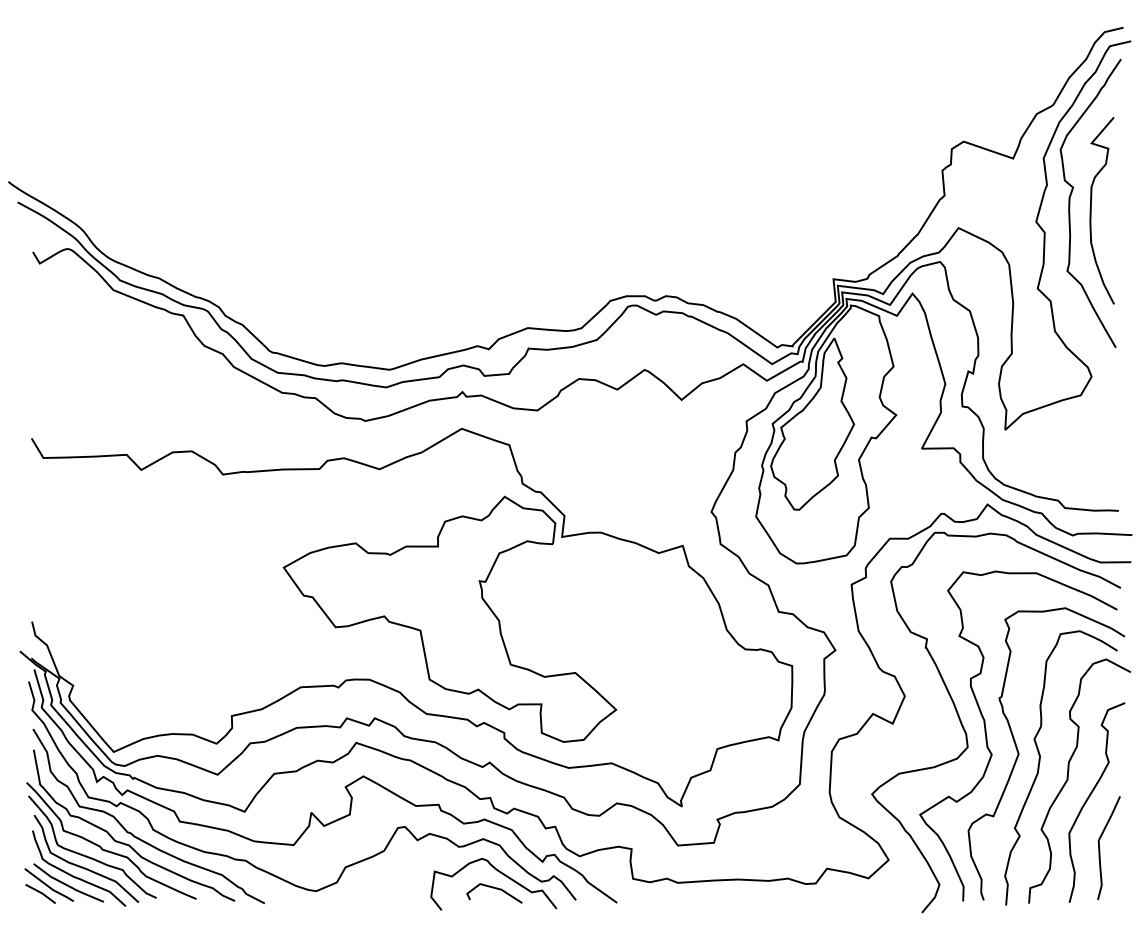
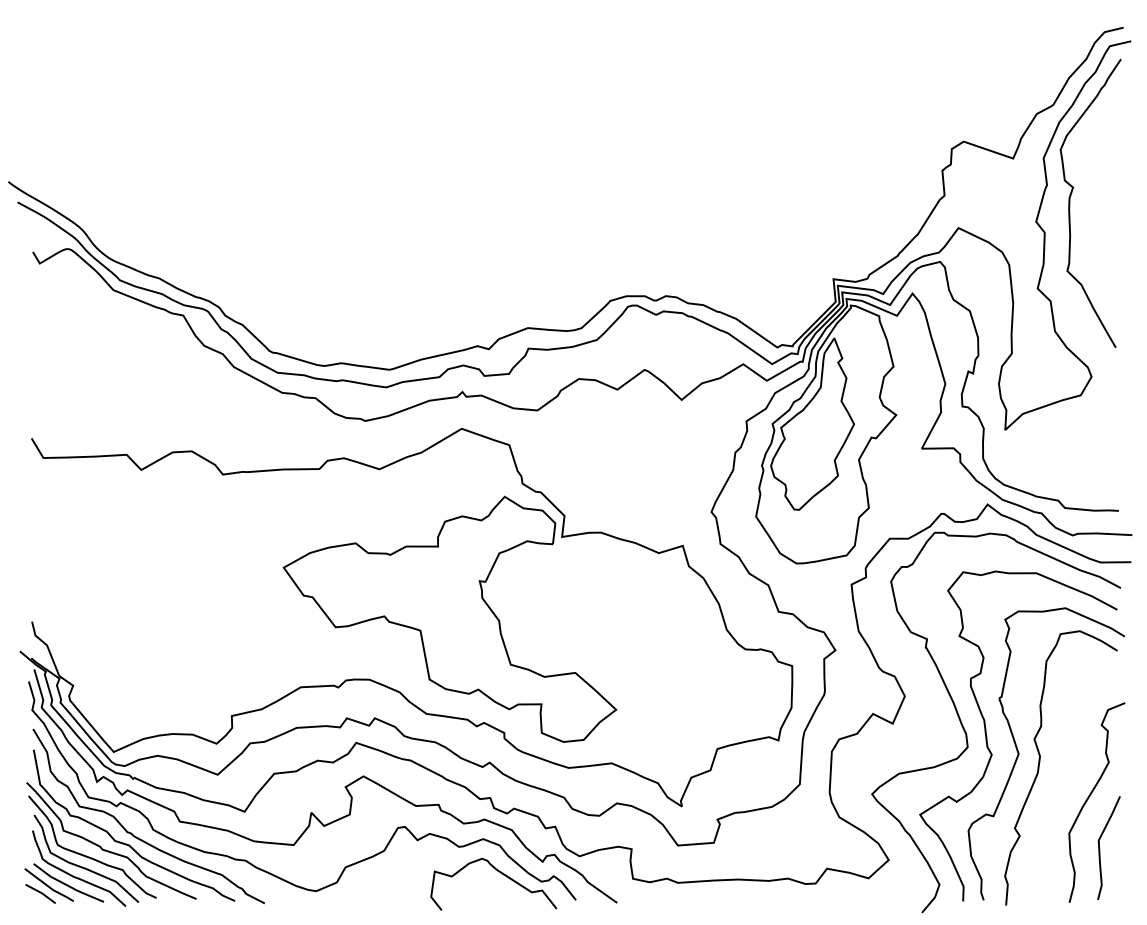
curve at (1091, 210): present -> none
curve at (1068, 780): present -> none
line at (496, 889): present -> none
